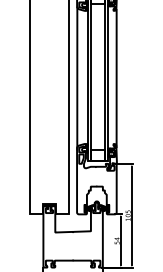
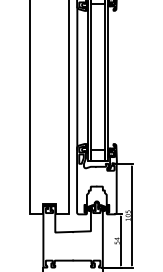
line at (116, 78): present -> none
